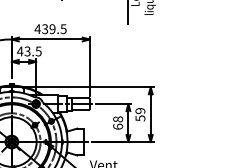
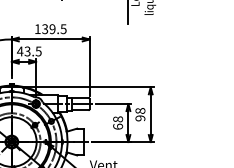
text at (37, 28): 439.5 -> 139.5
text at (140, 114): 59 -> 98
